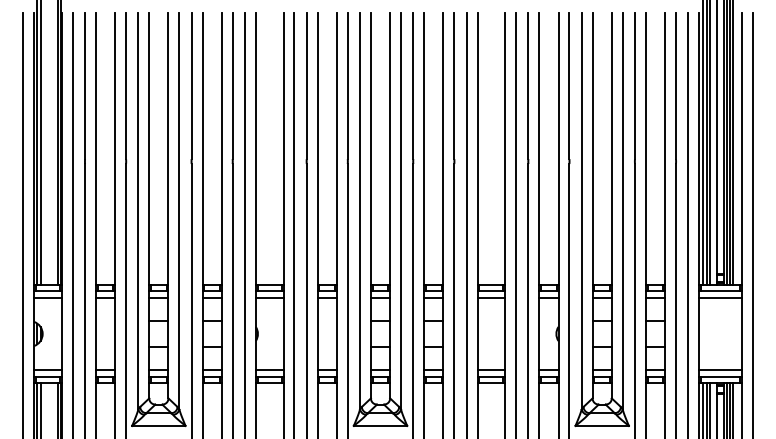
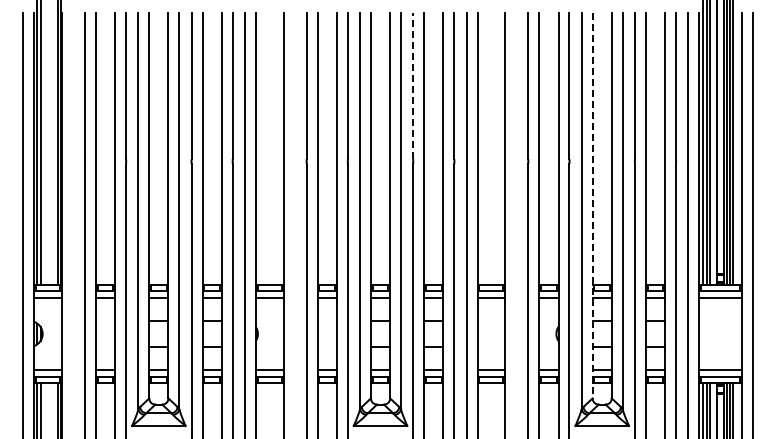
line at (413, 86): solid -> dashed
line at (592, 205): solid -> dashed
line at (72, 224): present -> none
line at (294, 224): present -> none
line at (516, 224): present -> none
